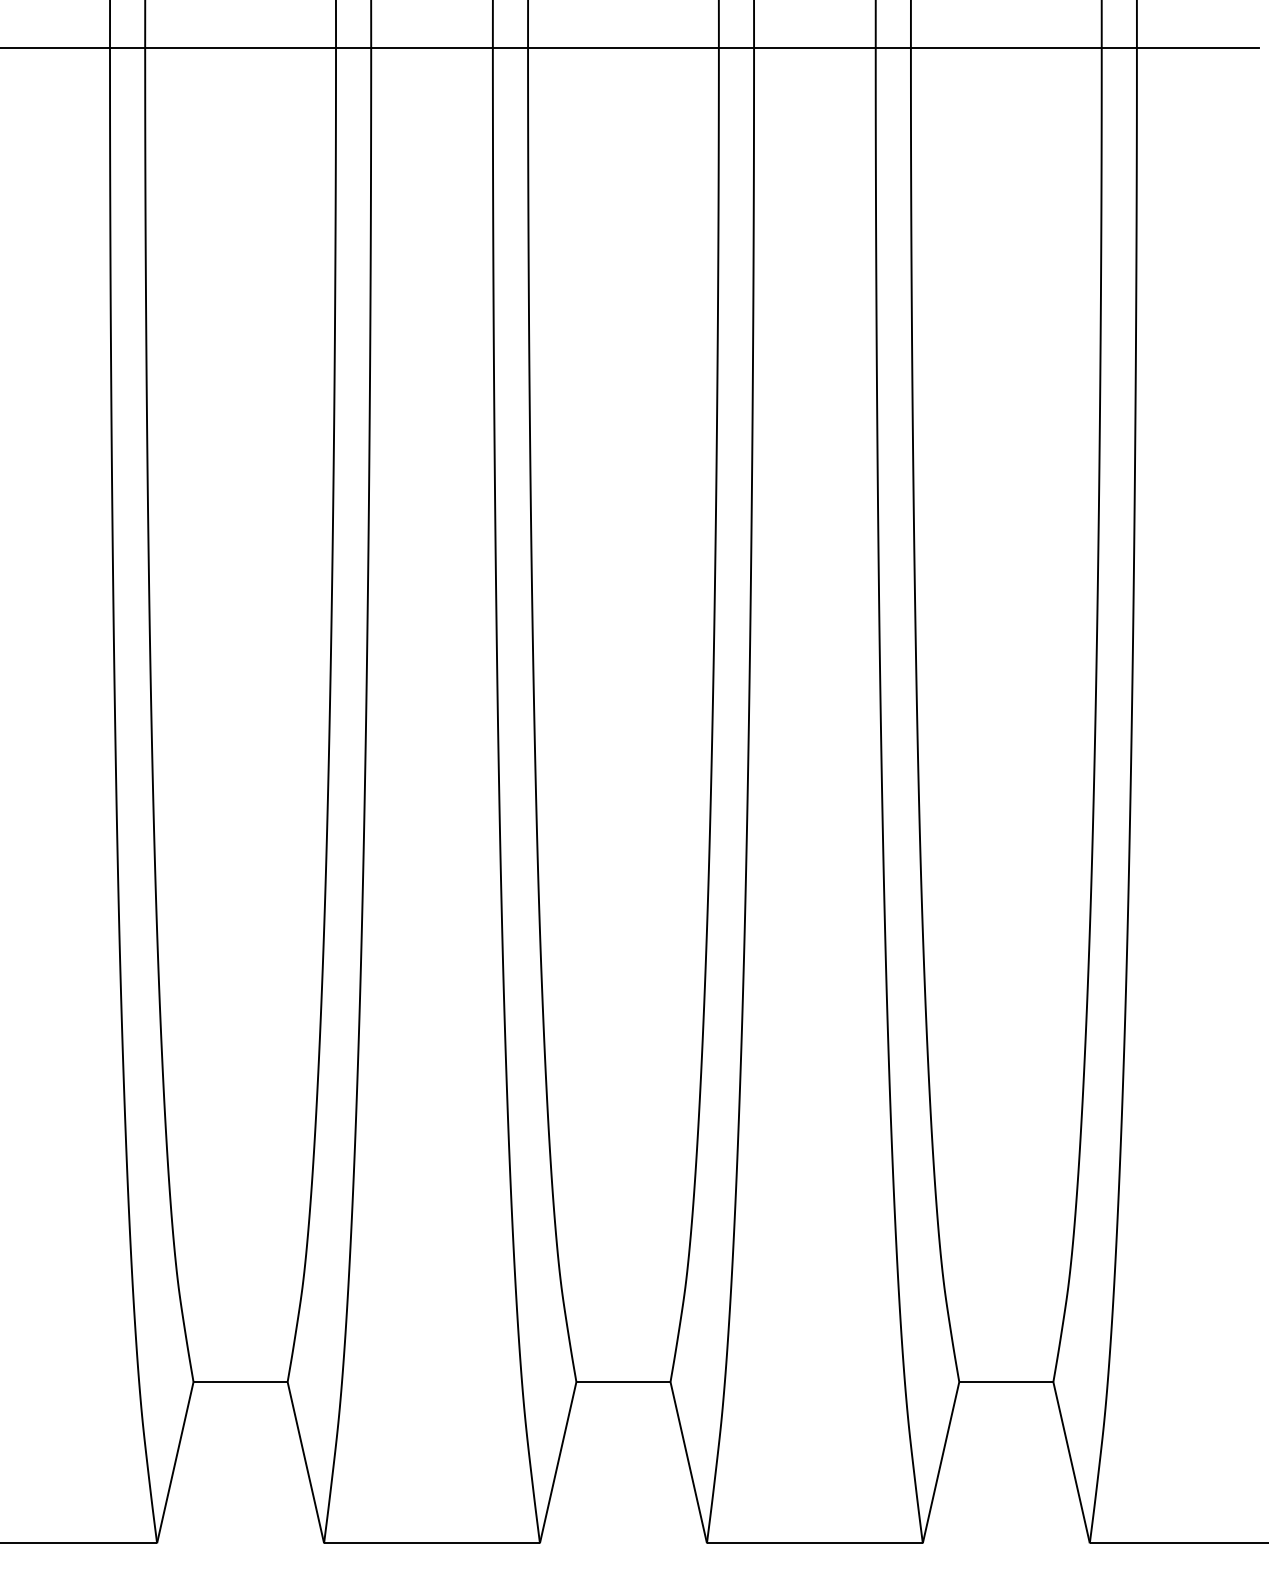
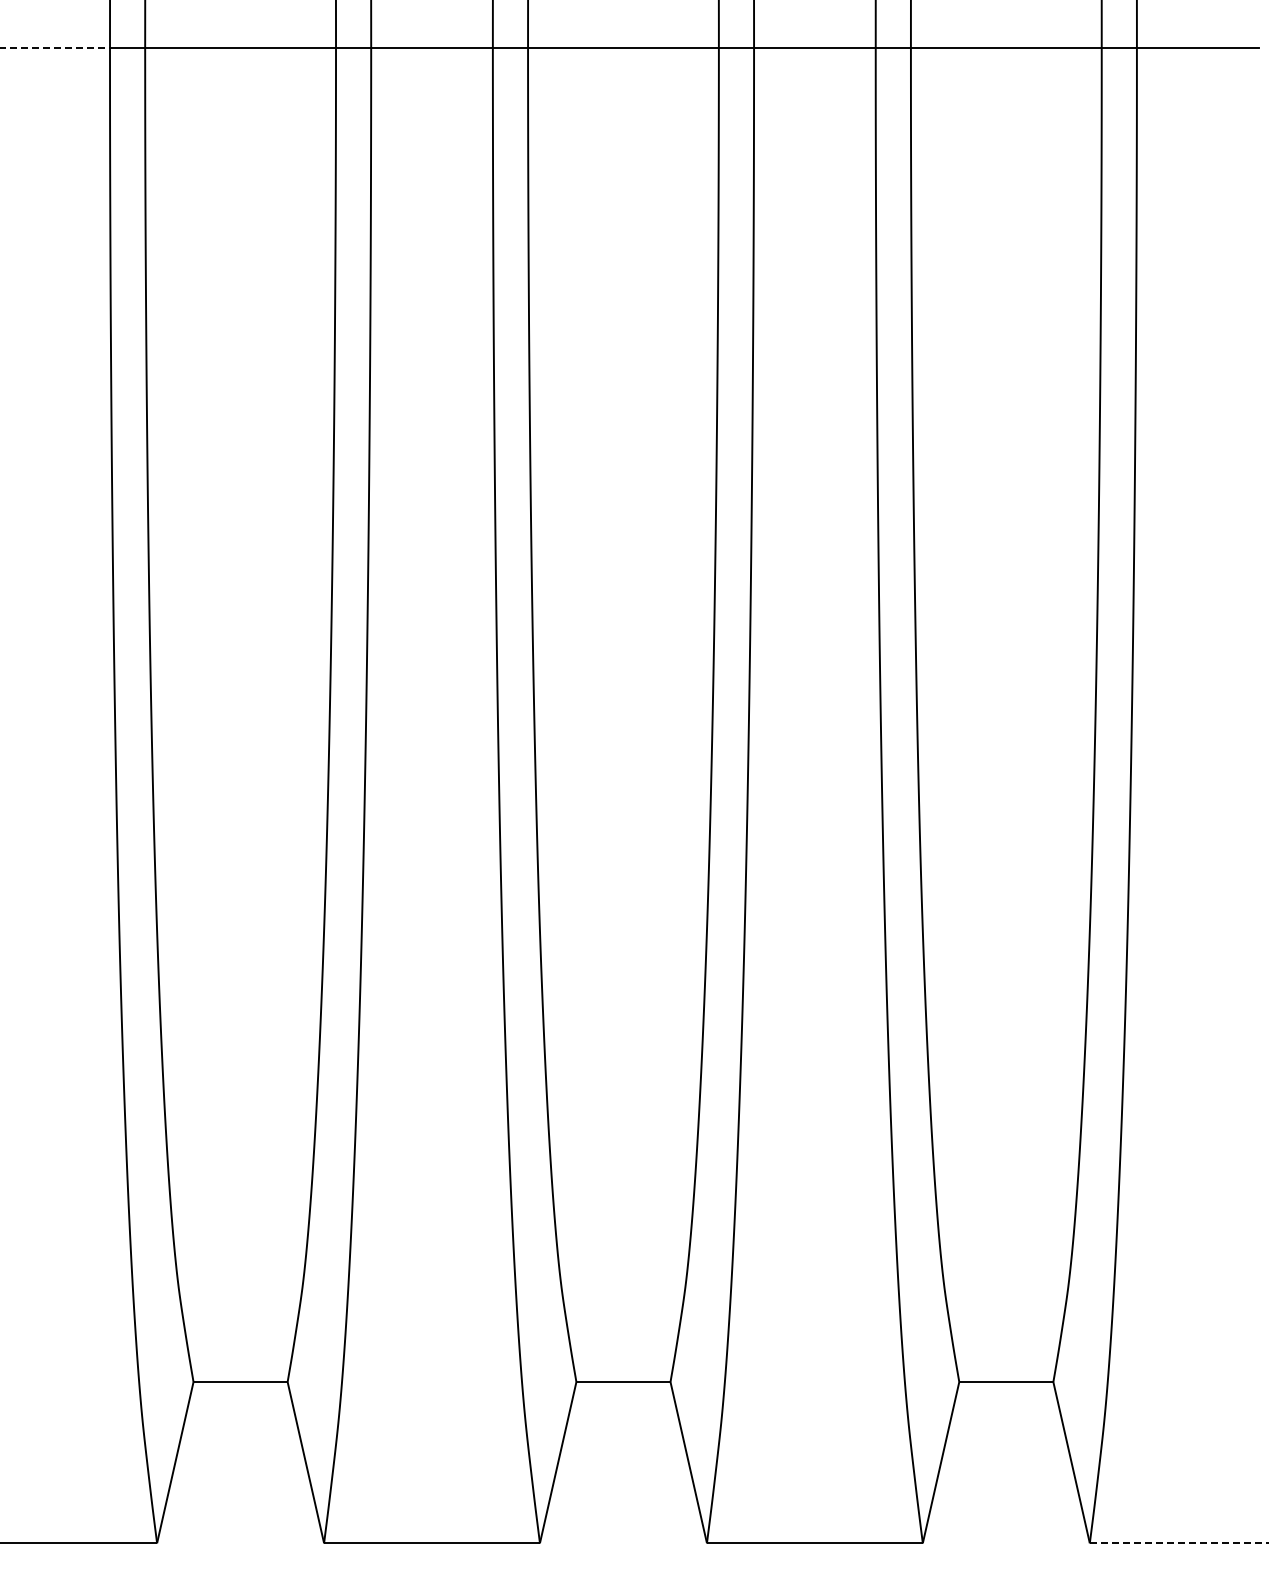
line at (55, 47): solid -> dashed
line at (1180, 1543): solid -> dashed
